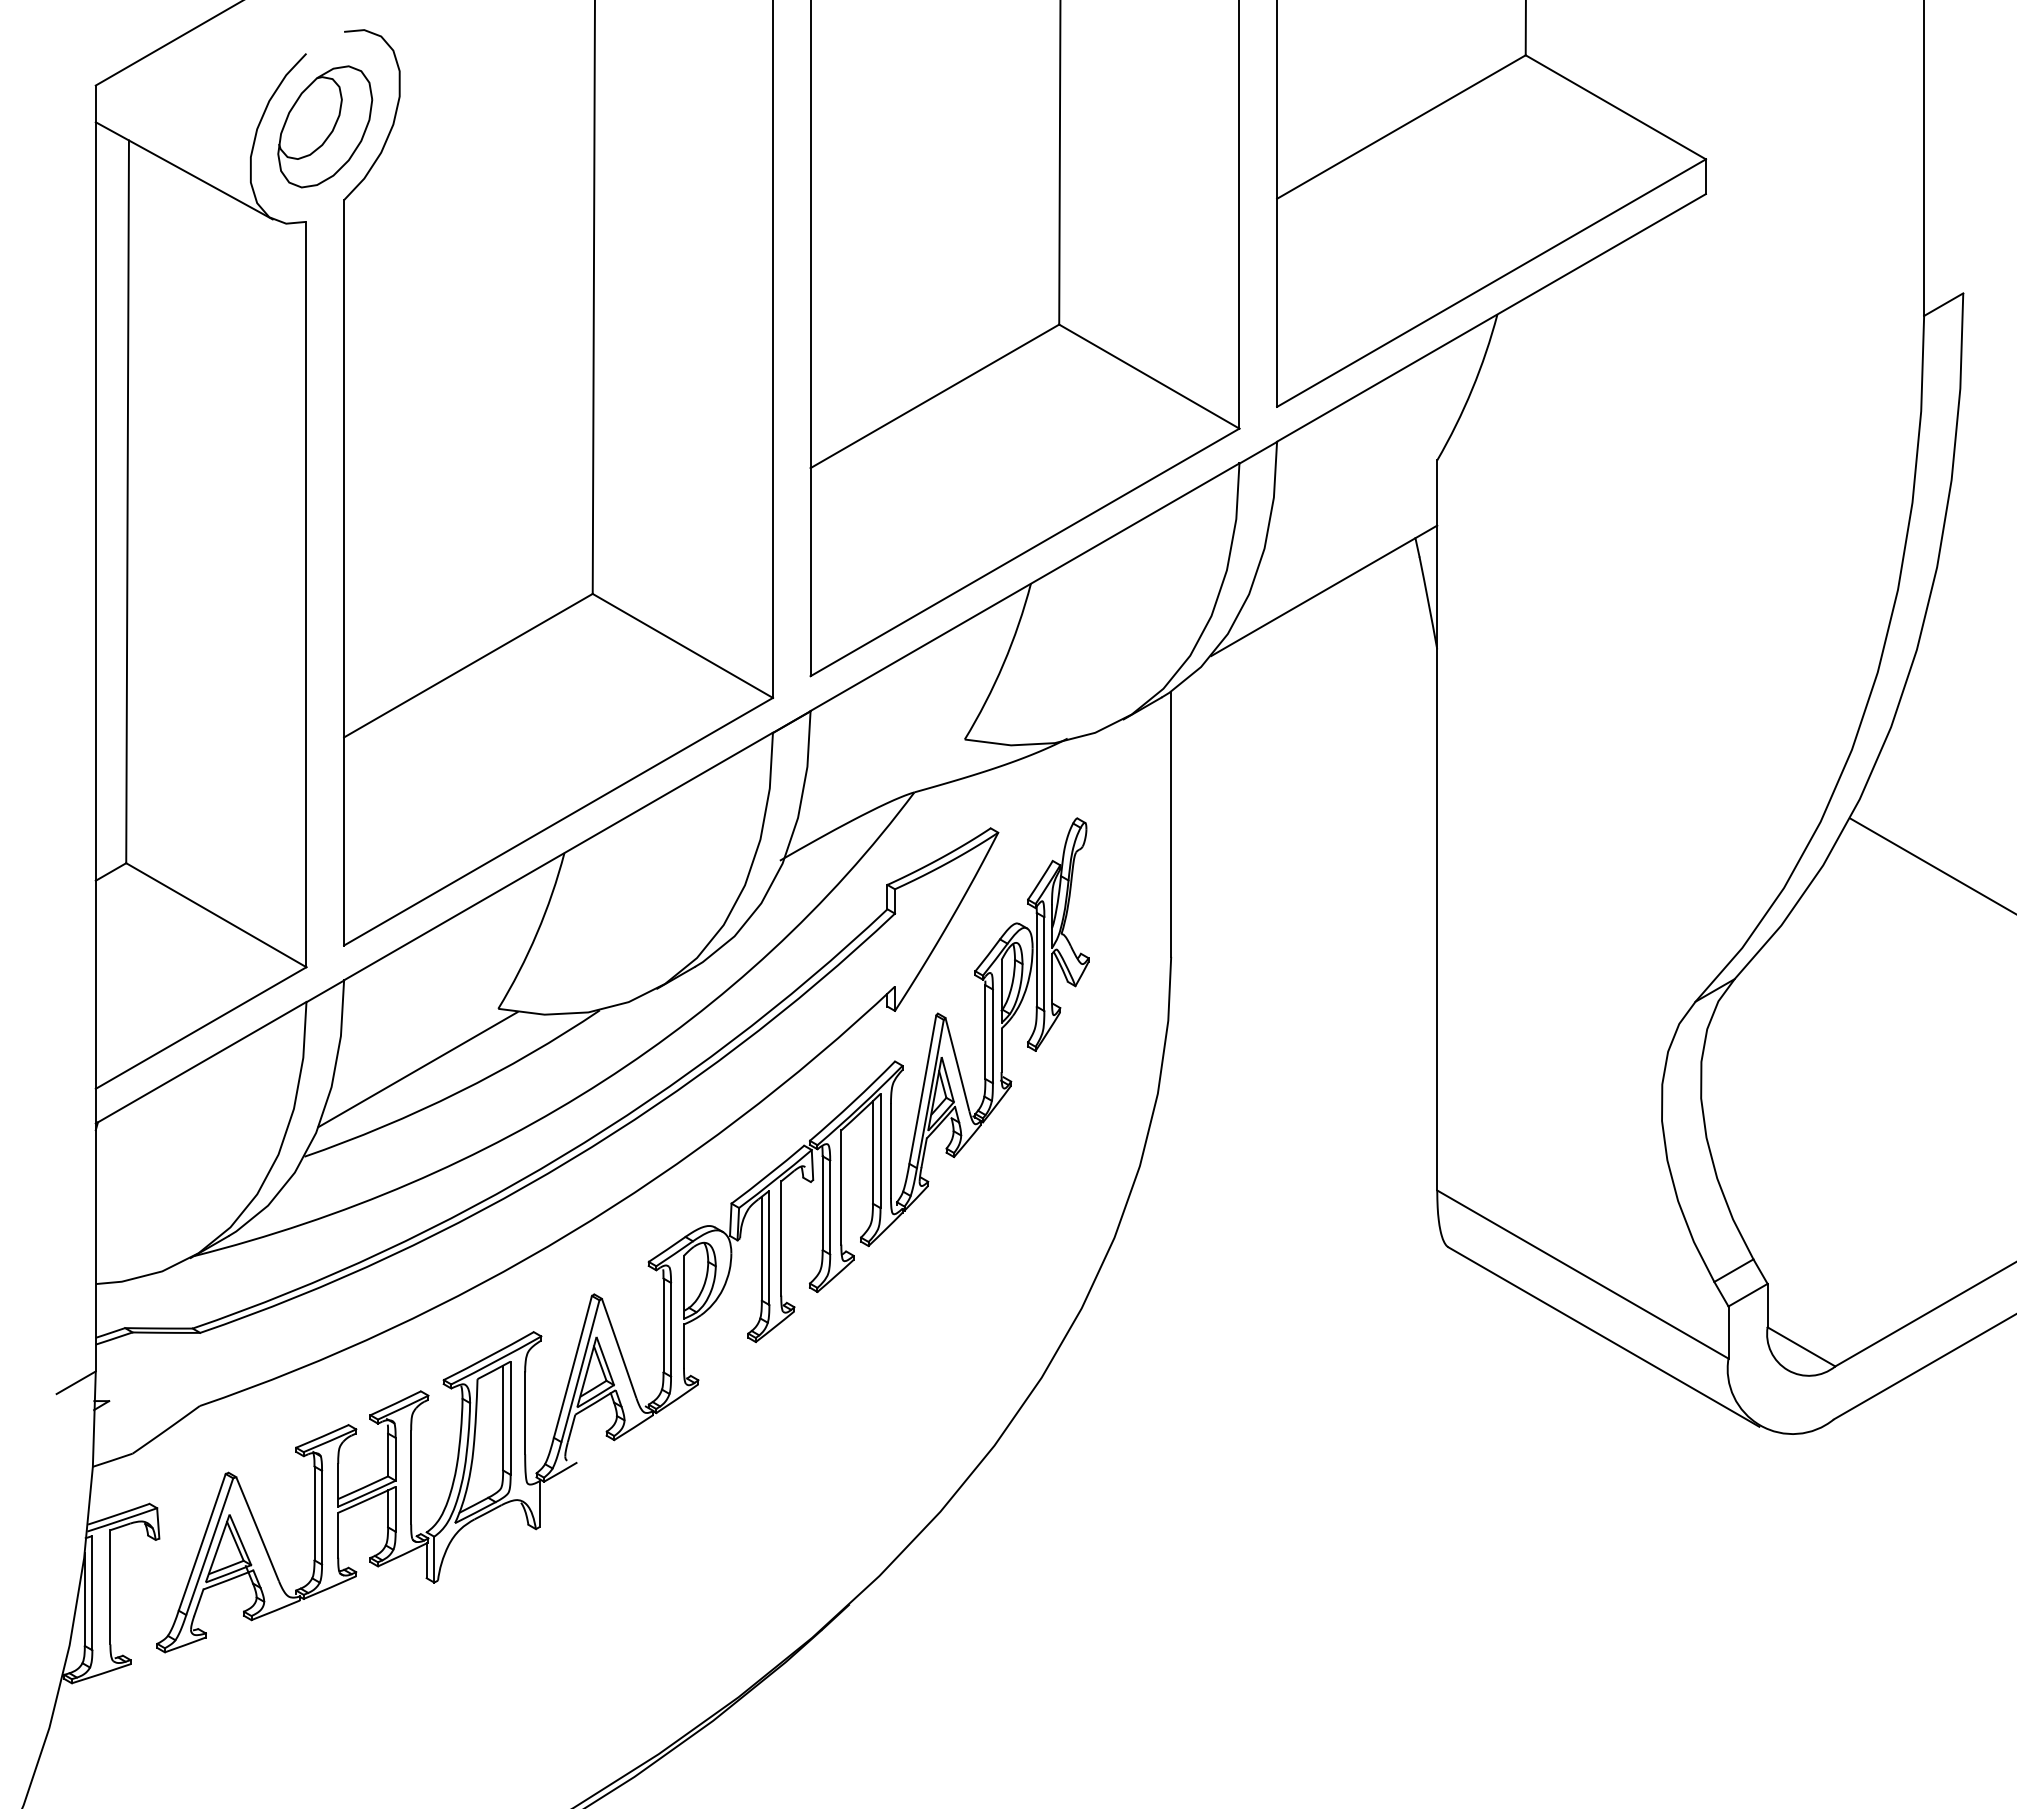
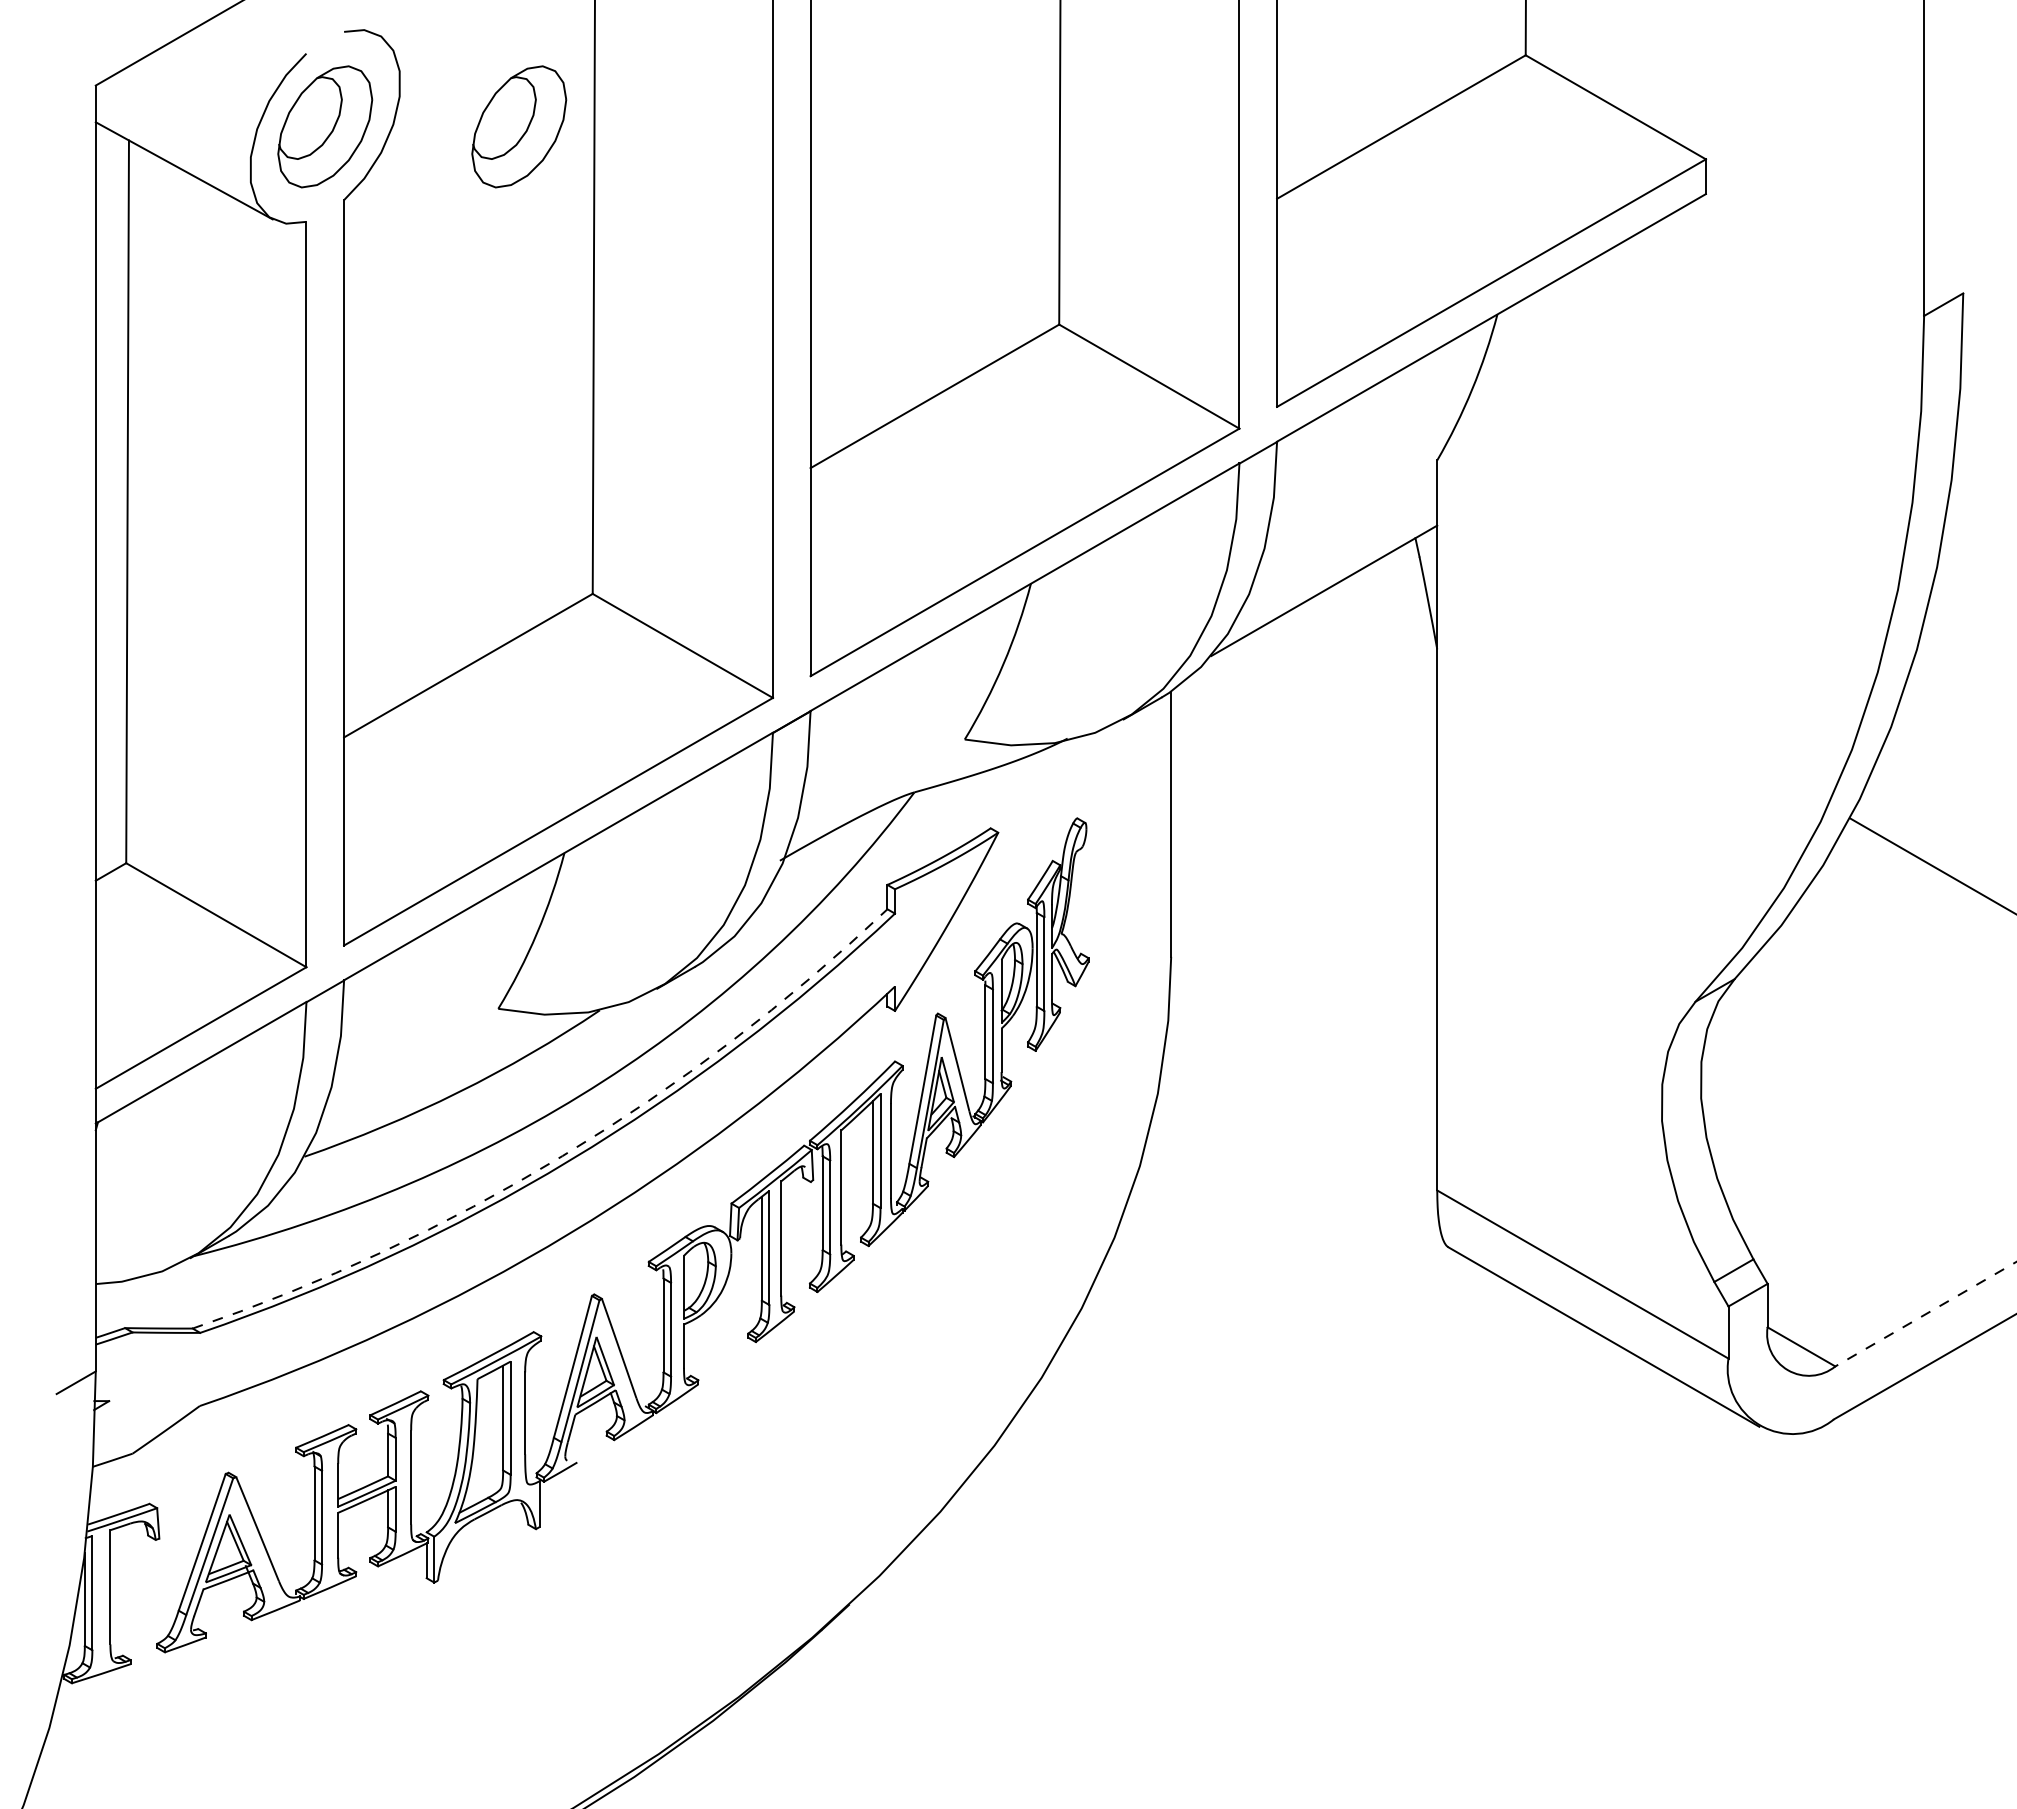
part at (519, 126): none -> present
line at (417, 1069): present -> none
arc at (562, 1156): solid -> dashed
line at (1925, 1314): solid -> dashed
